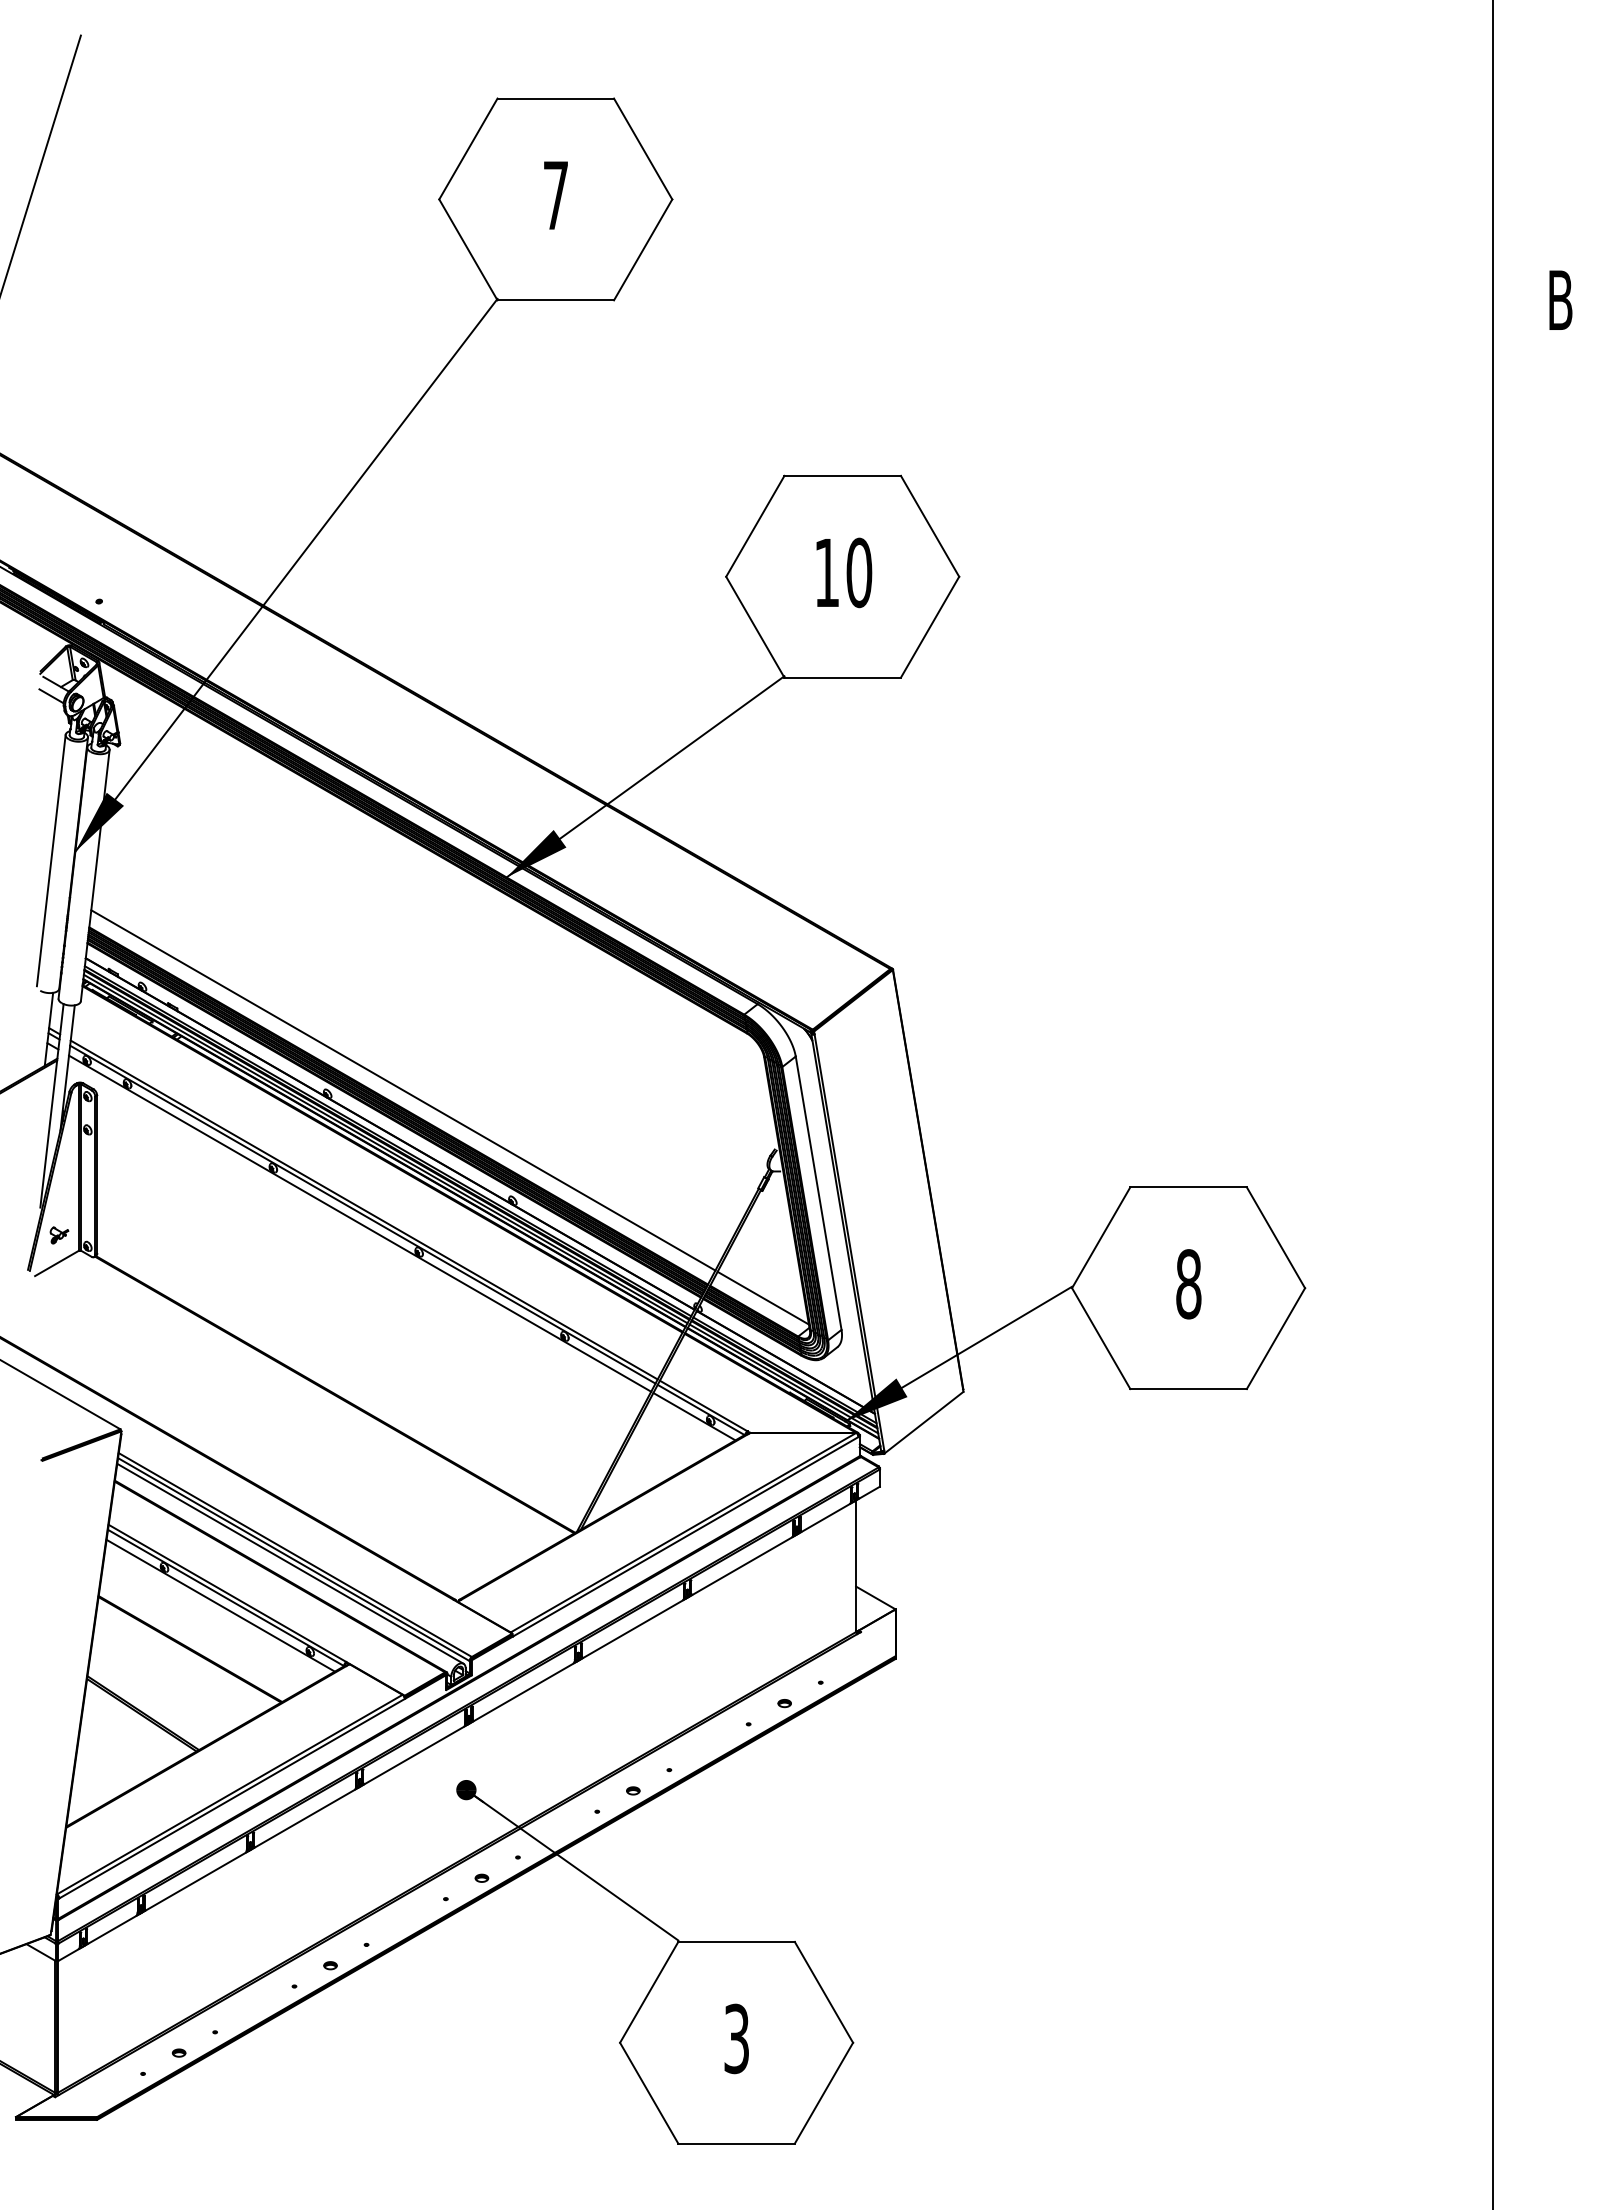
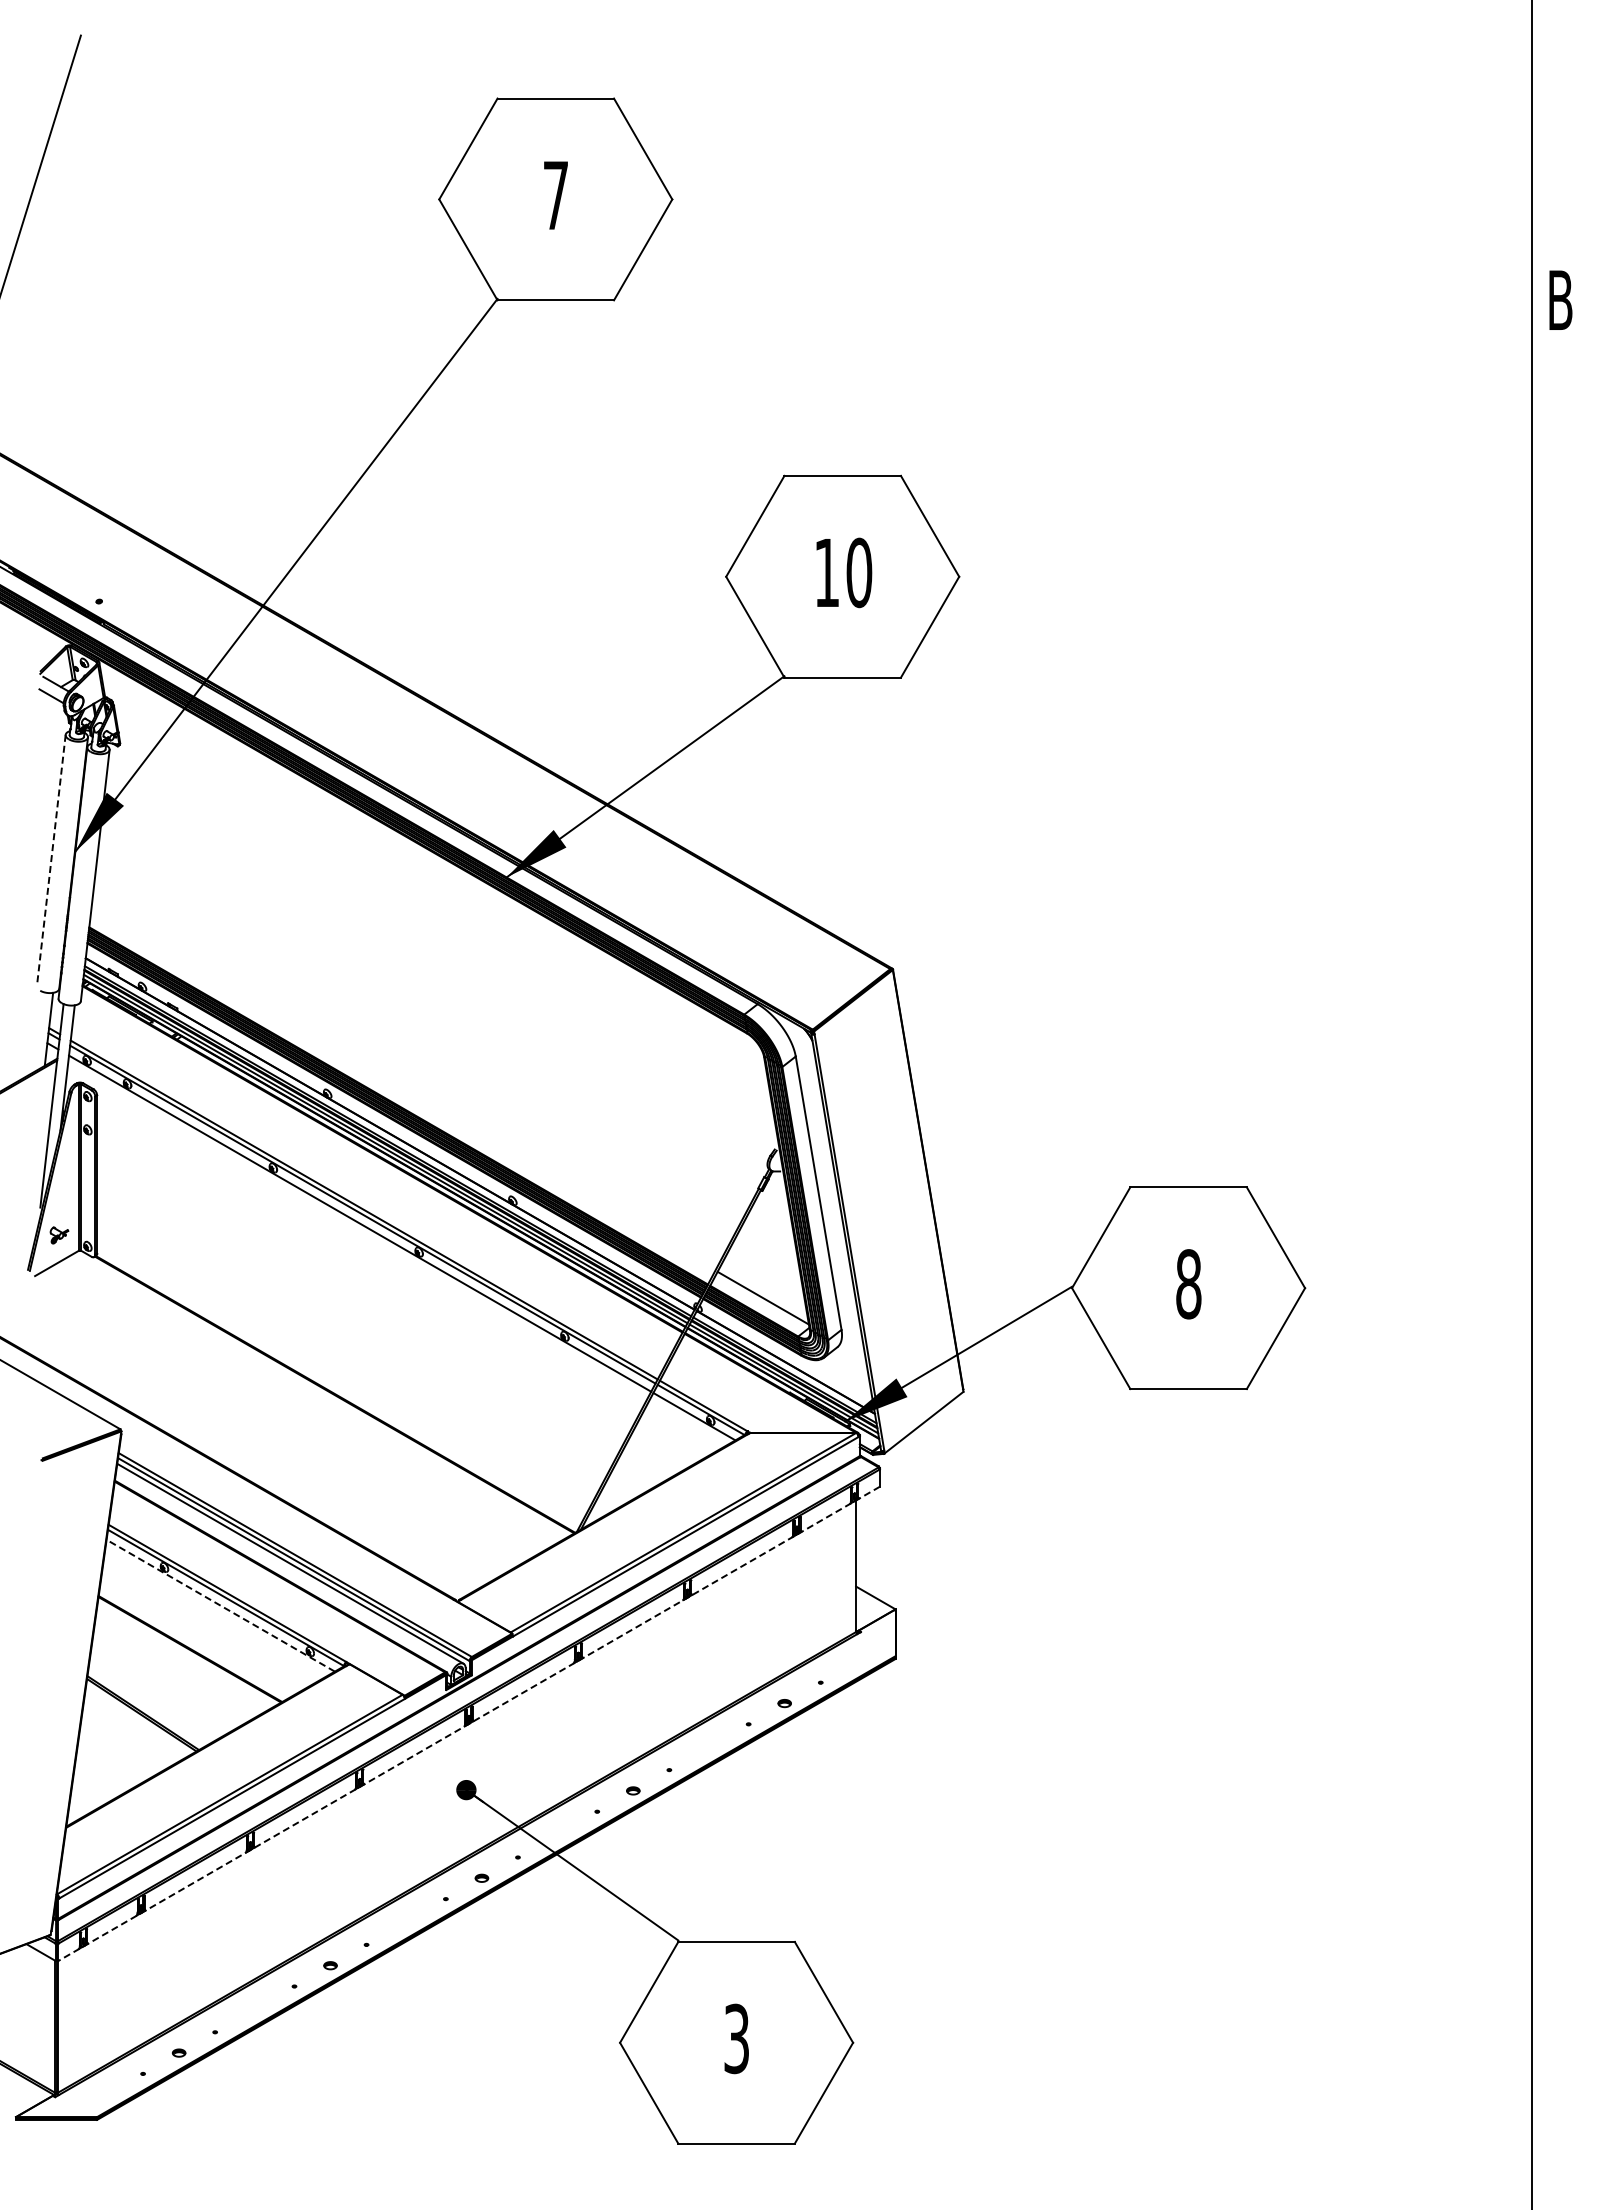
line at (51, 861): solid -> dashed
line at (403, 1090): present -> none
line at (1492, 1104) position: (1492, 1104) -> (1531, 1104)
line at (220, 1605): solid -> dashed
line at (468, 1724): solid -> dashed
